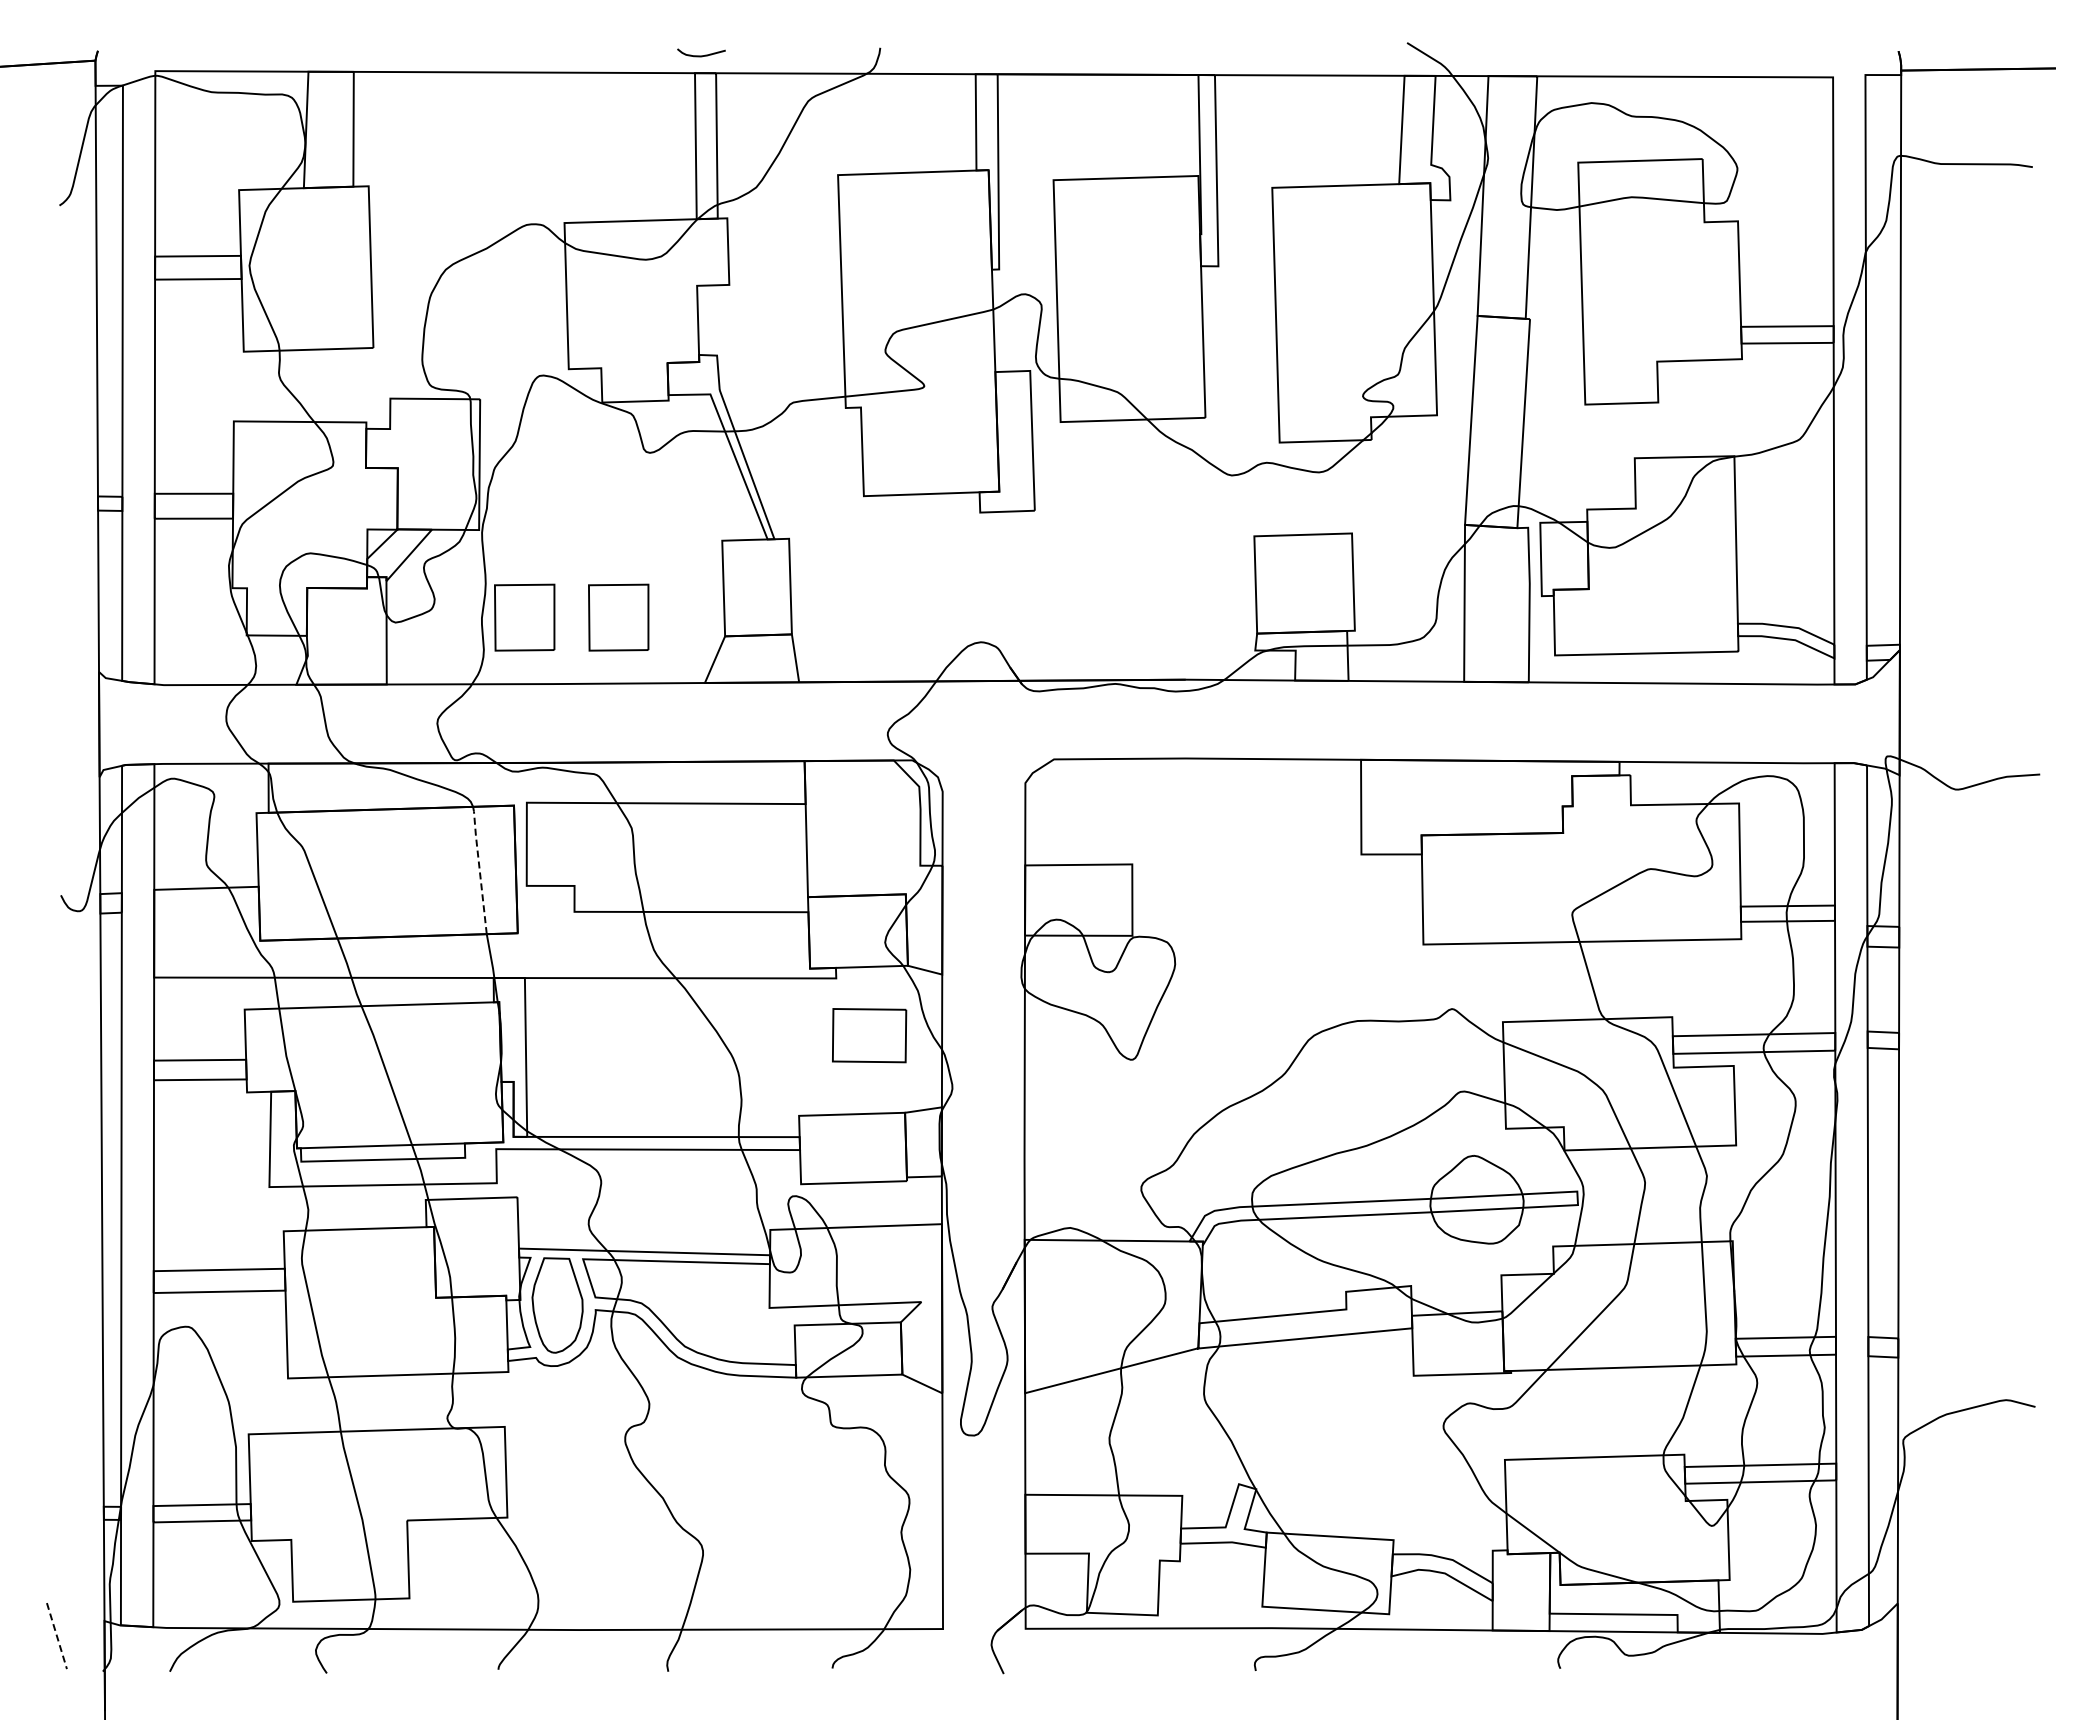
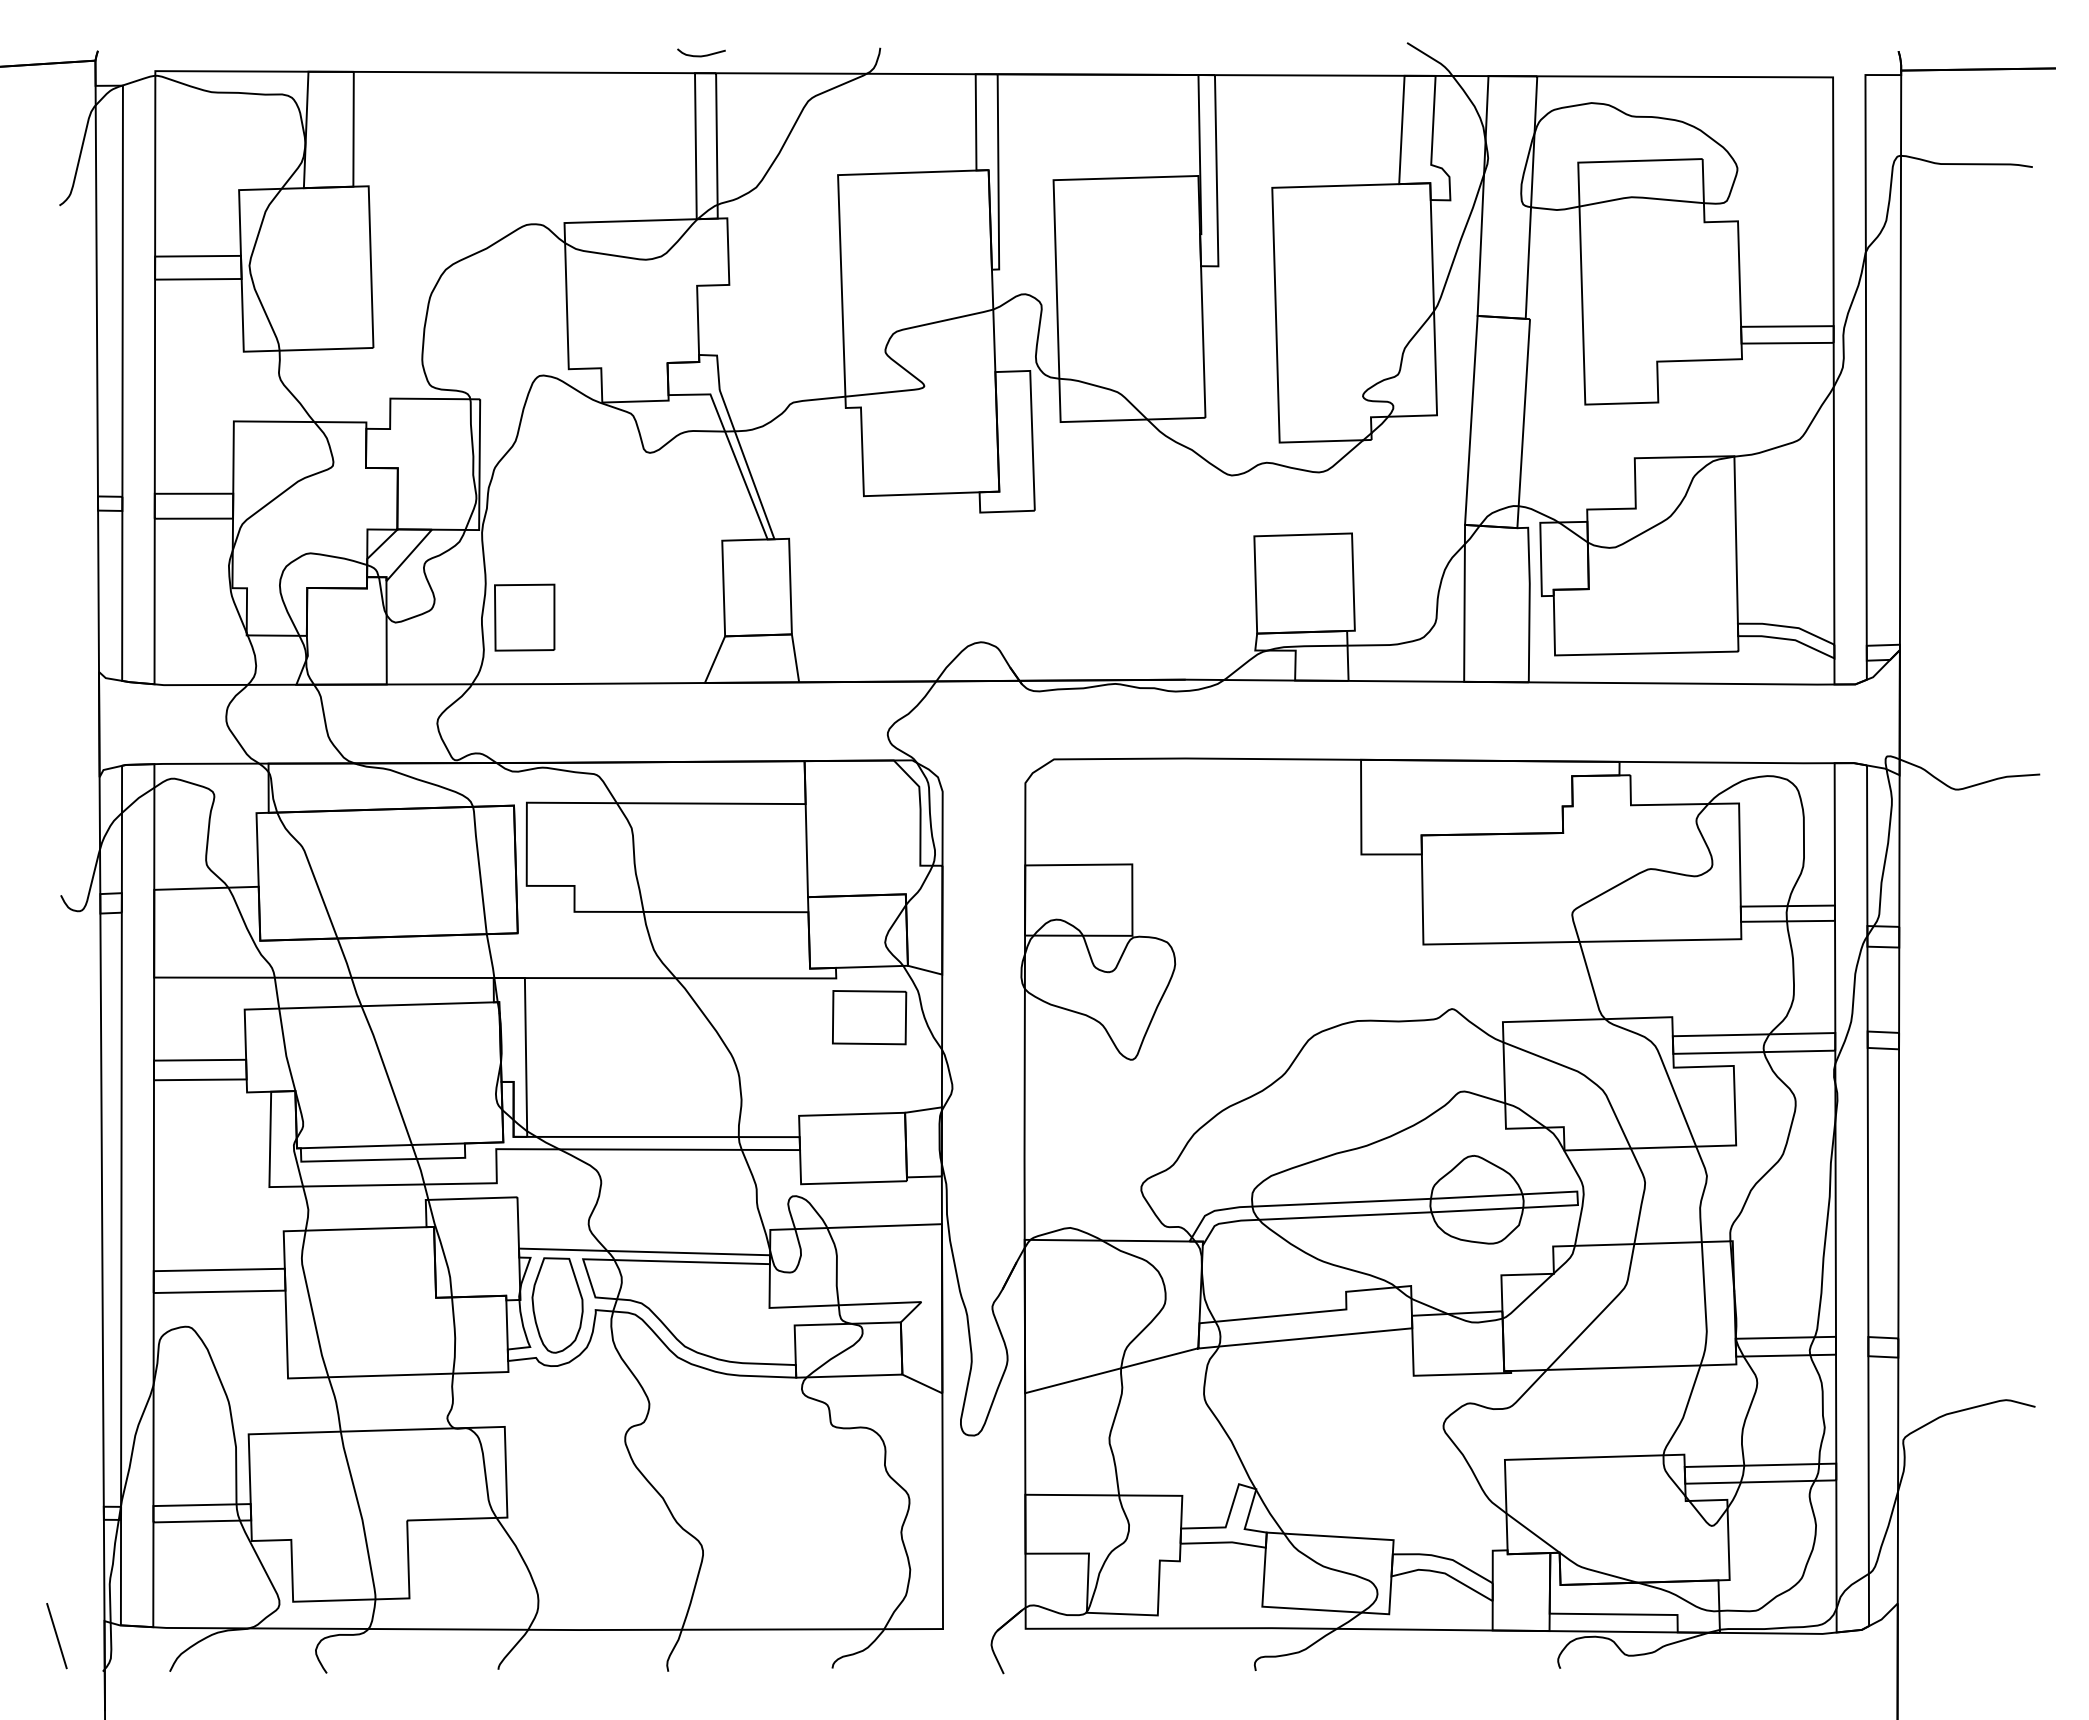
part at (618, 617): present -> none
line at (479, 869): dashed -> solid
part at (869, 1035) position: (869, 1035) -> (869, 1017)
line at (57, 1636): dashed -> solid
